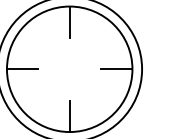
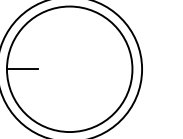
line at (69, 21): present -> none
line at (116, 69): present -> none
line at (69, 116): present -> none
